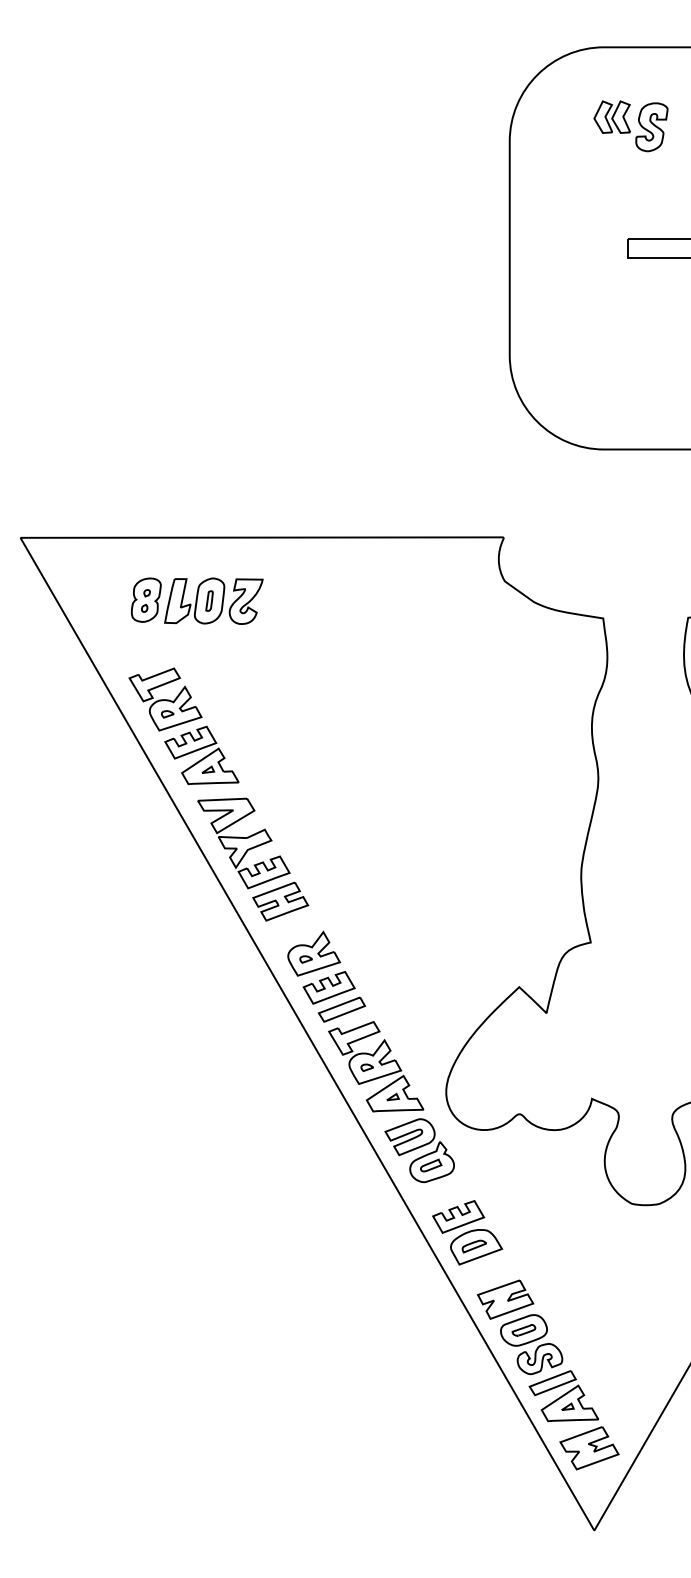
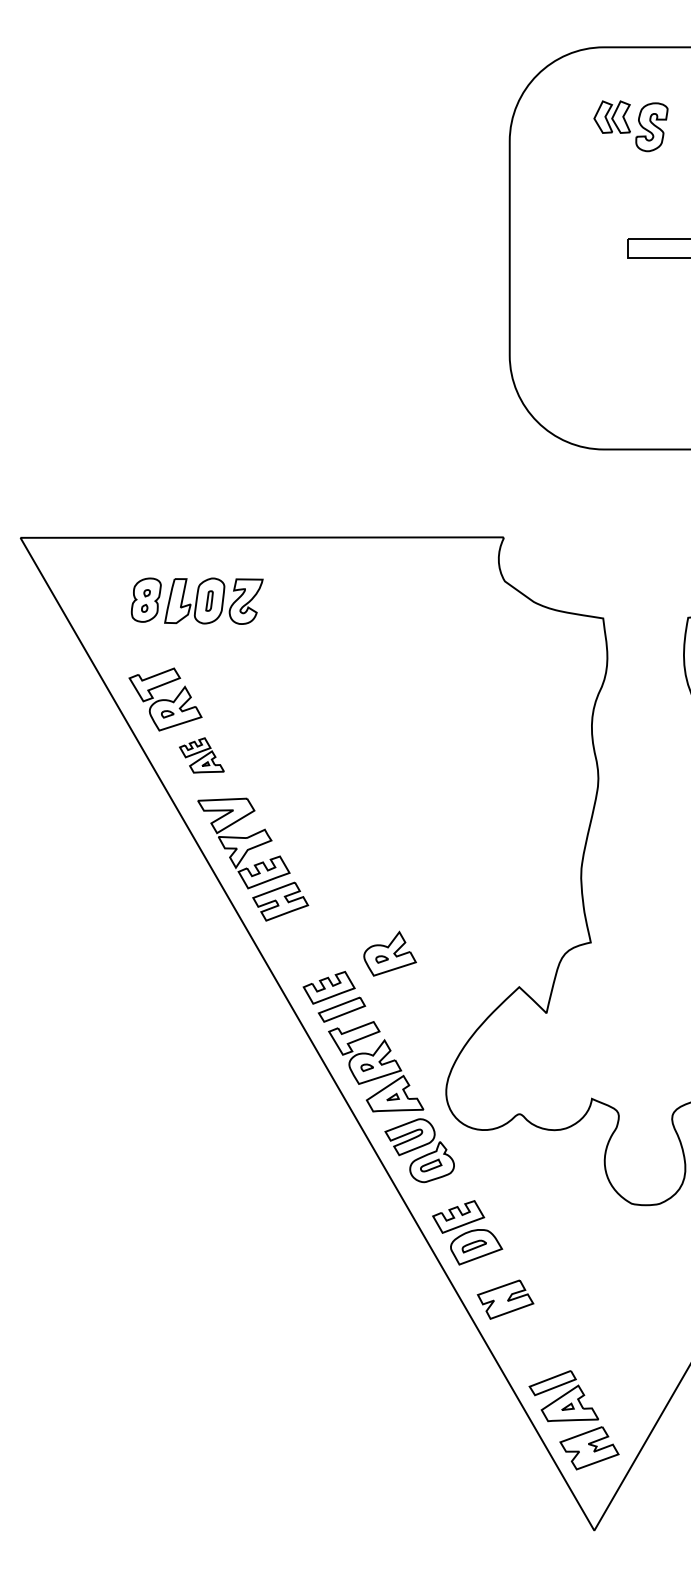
part at (201, 755) size: 76x61 px -> 46x37 px
part at (313, 953) position: (313, 953) -> (389, 953)
part at (531, 1344): present -> none
